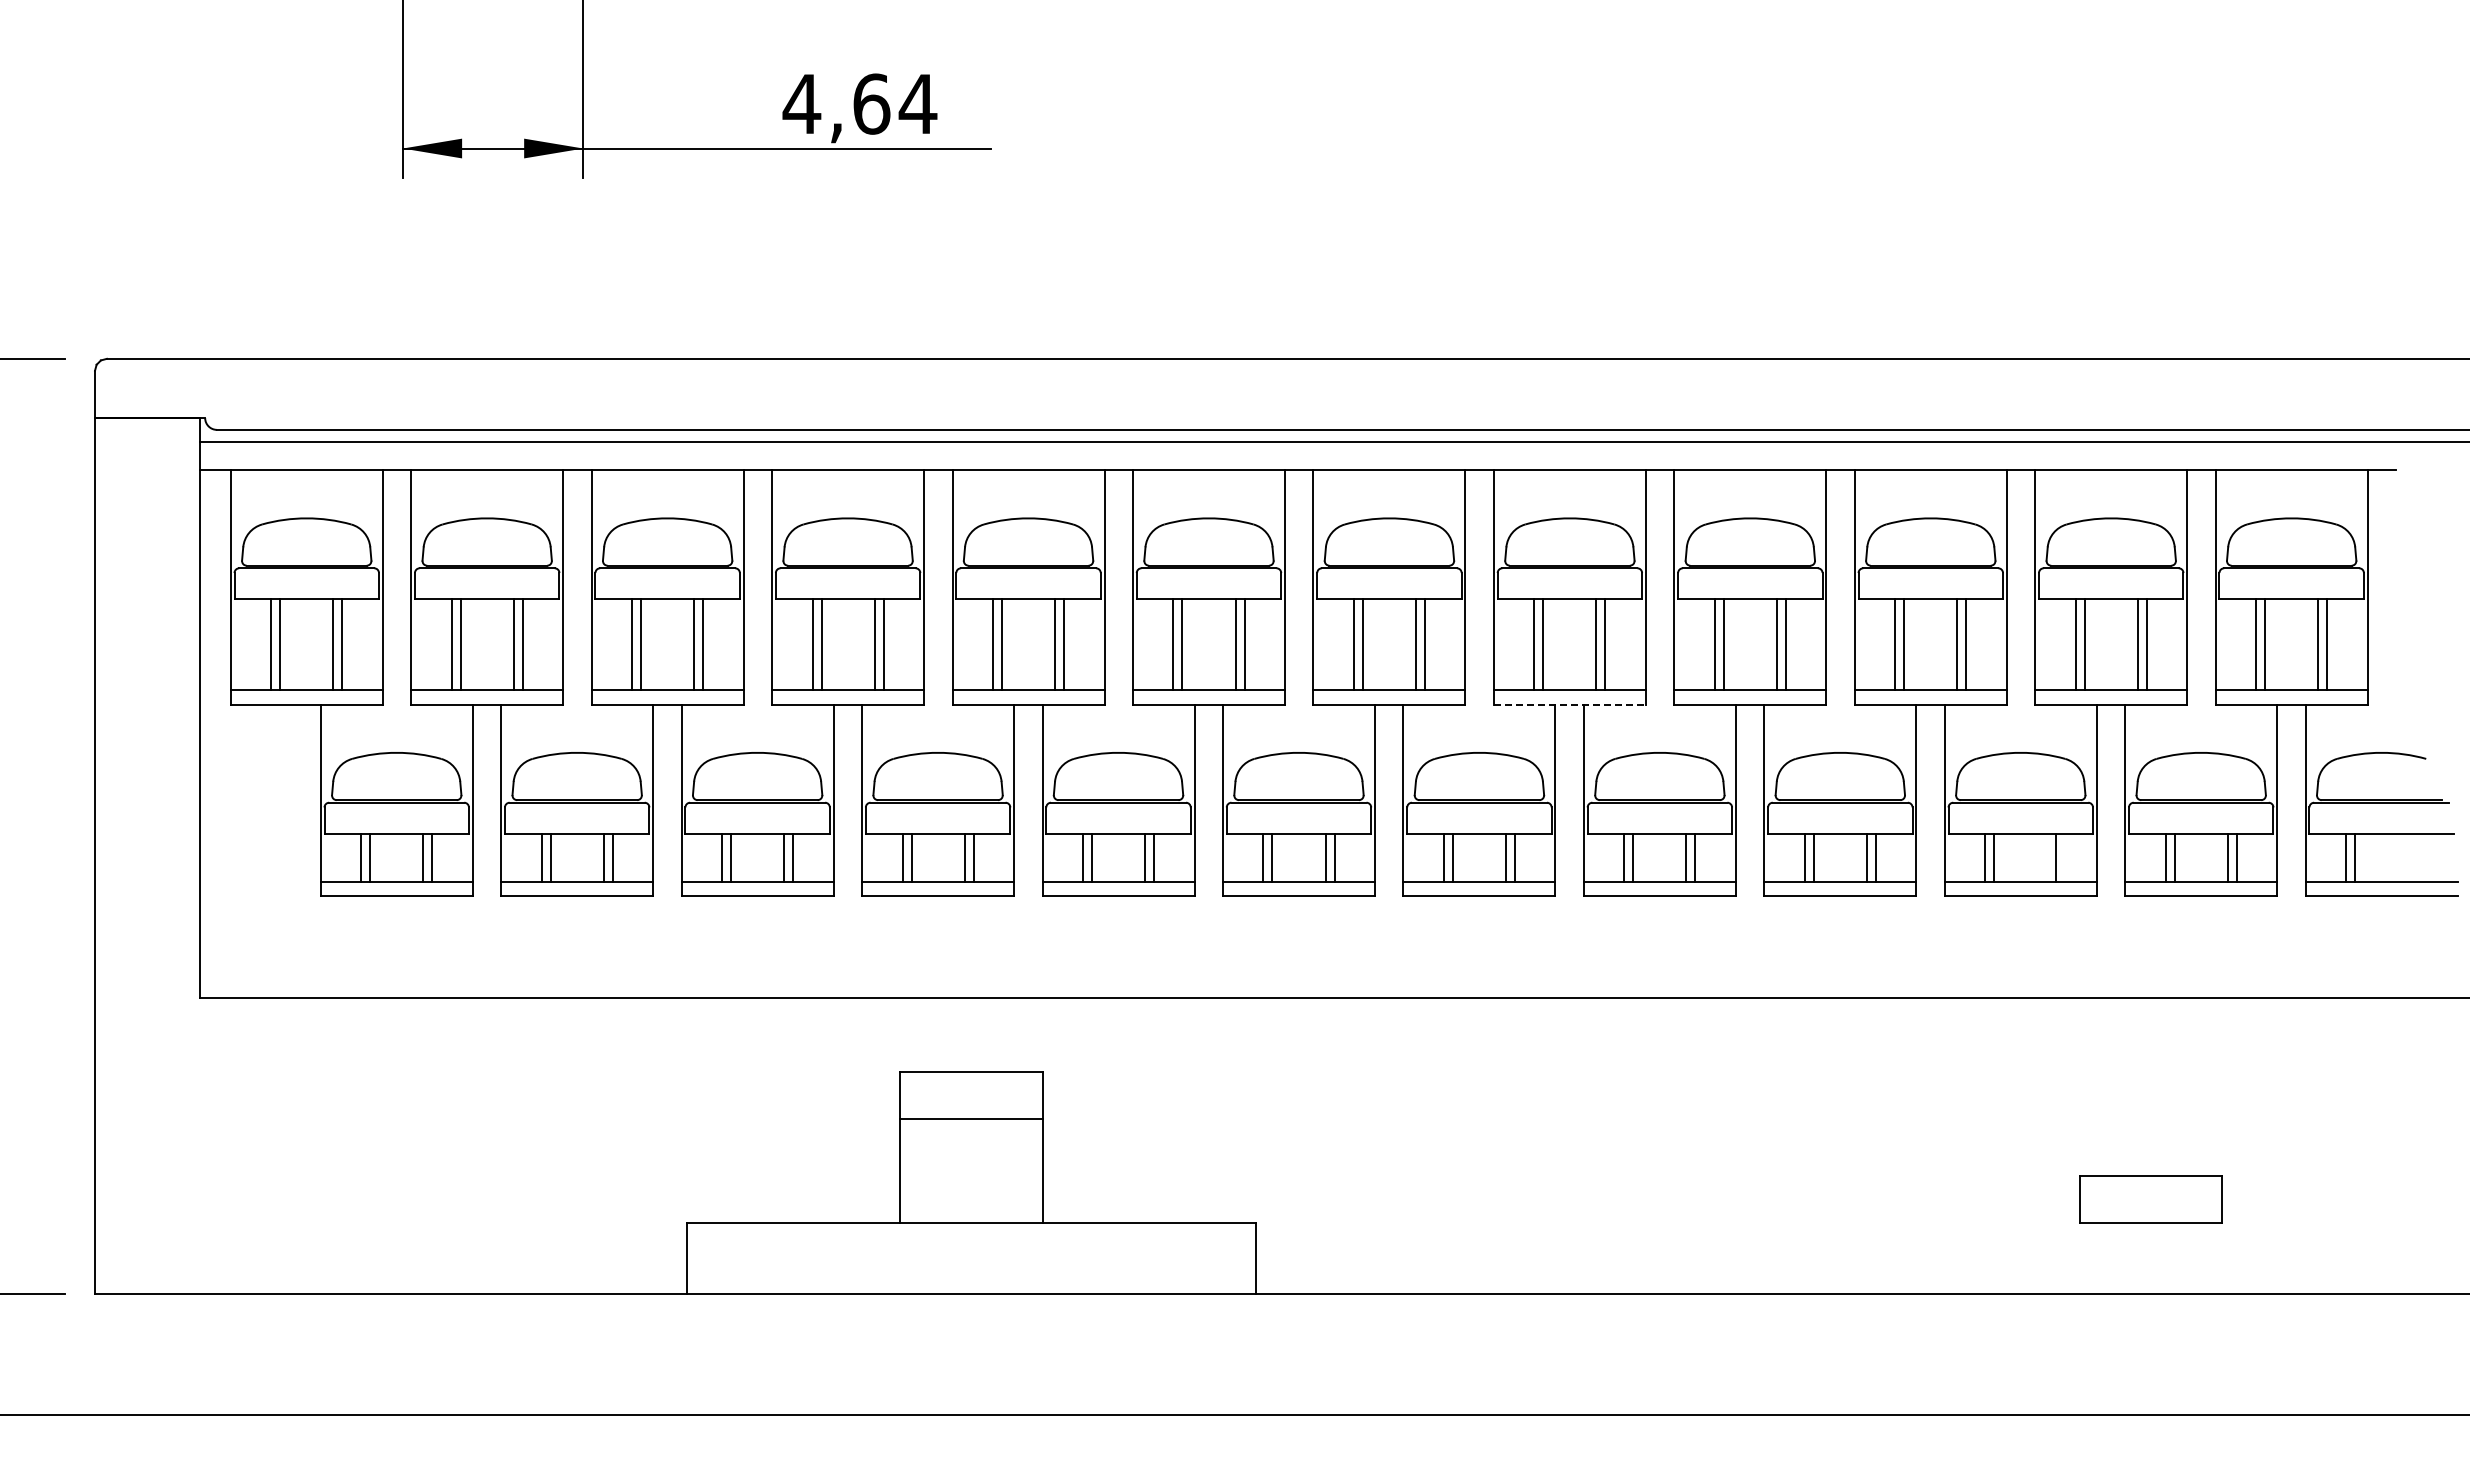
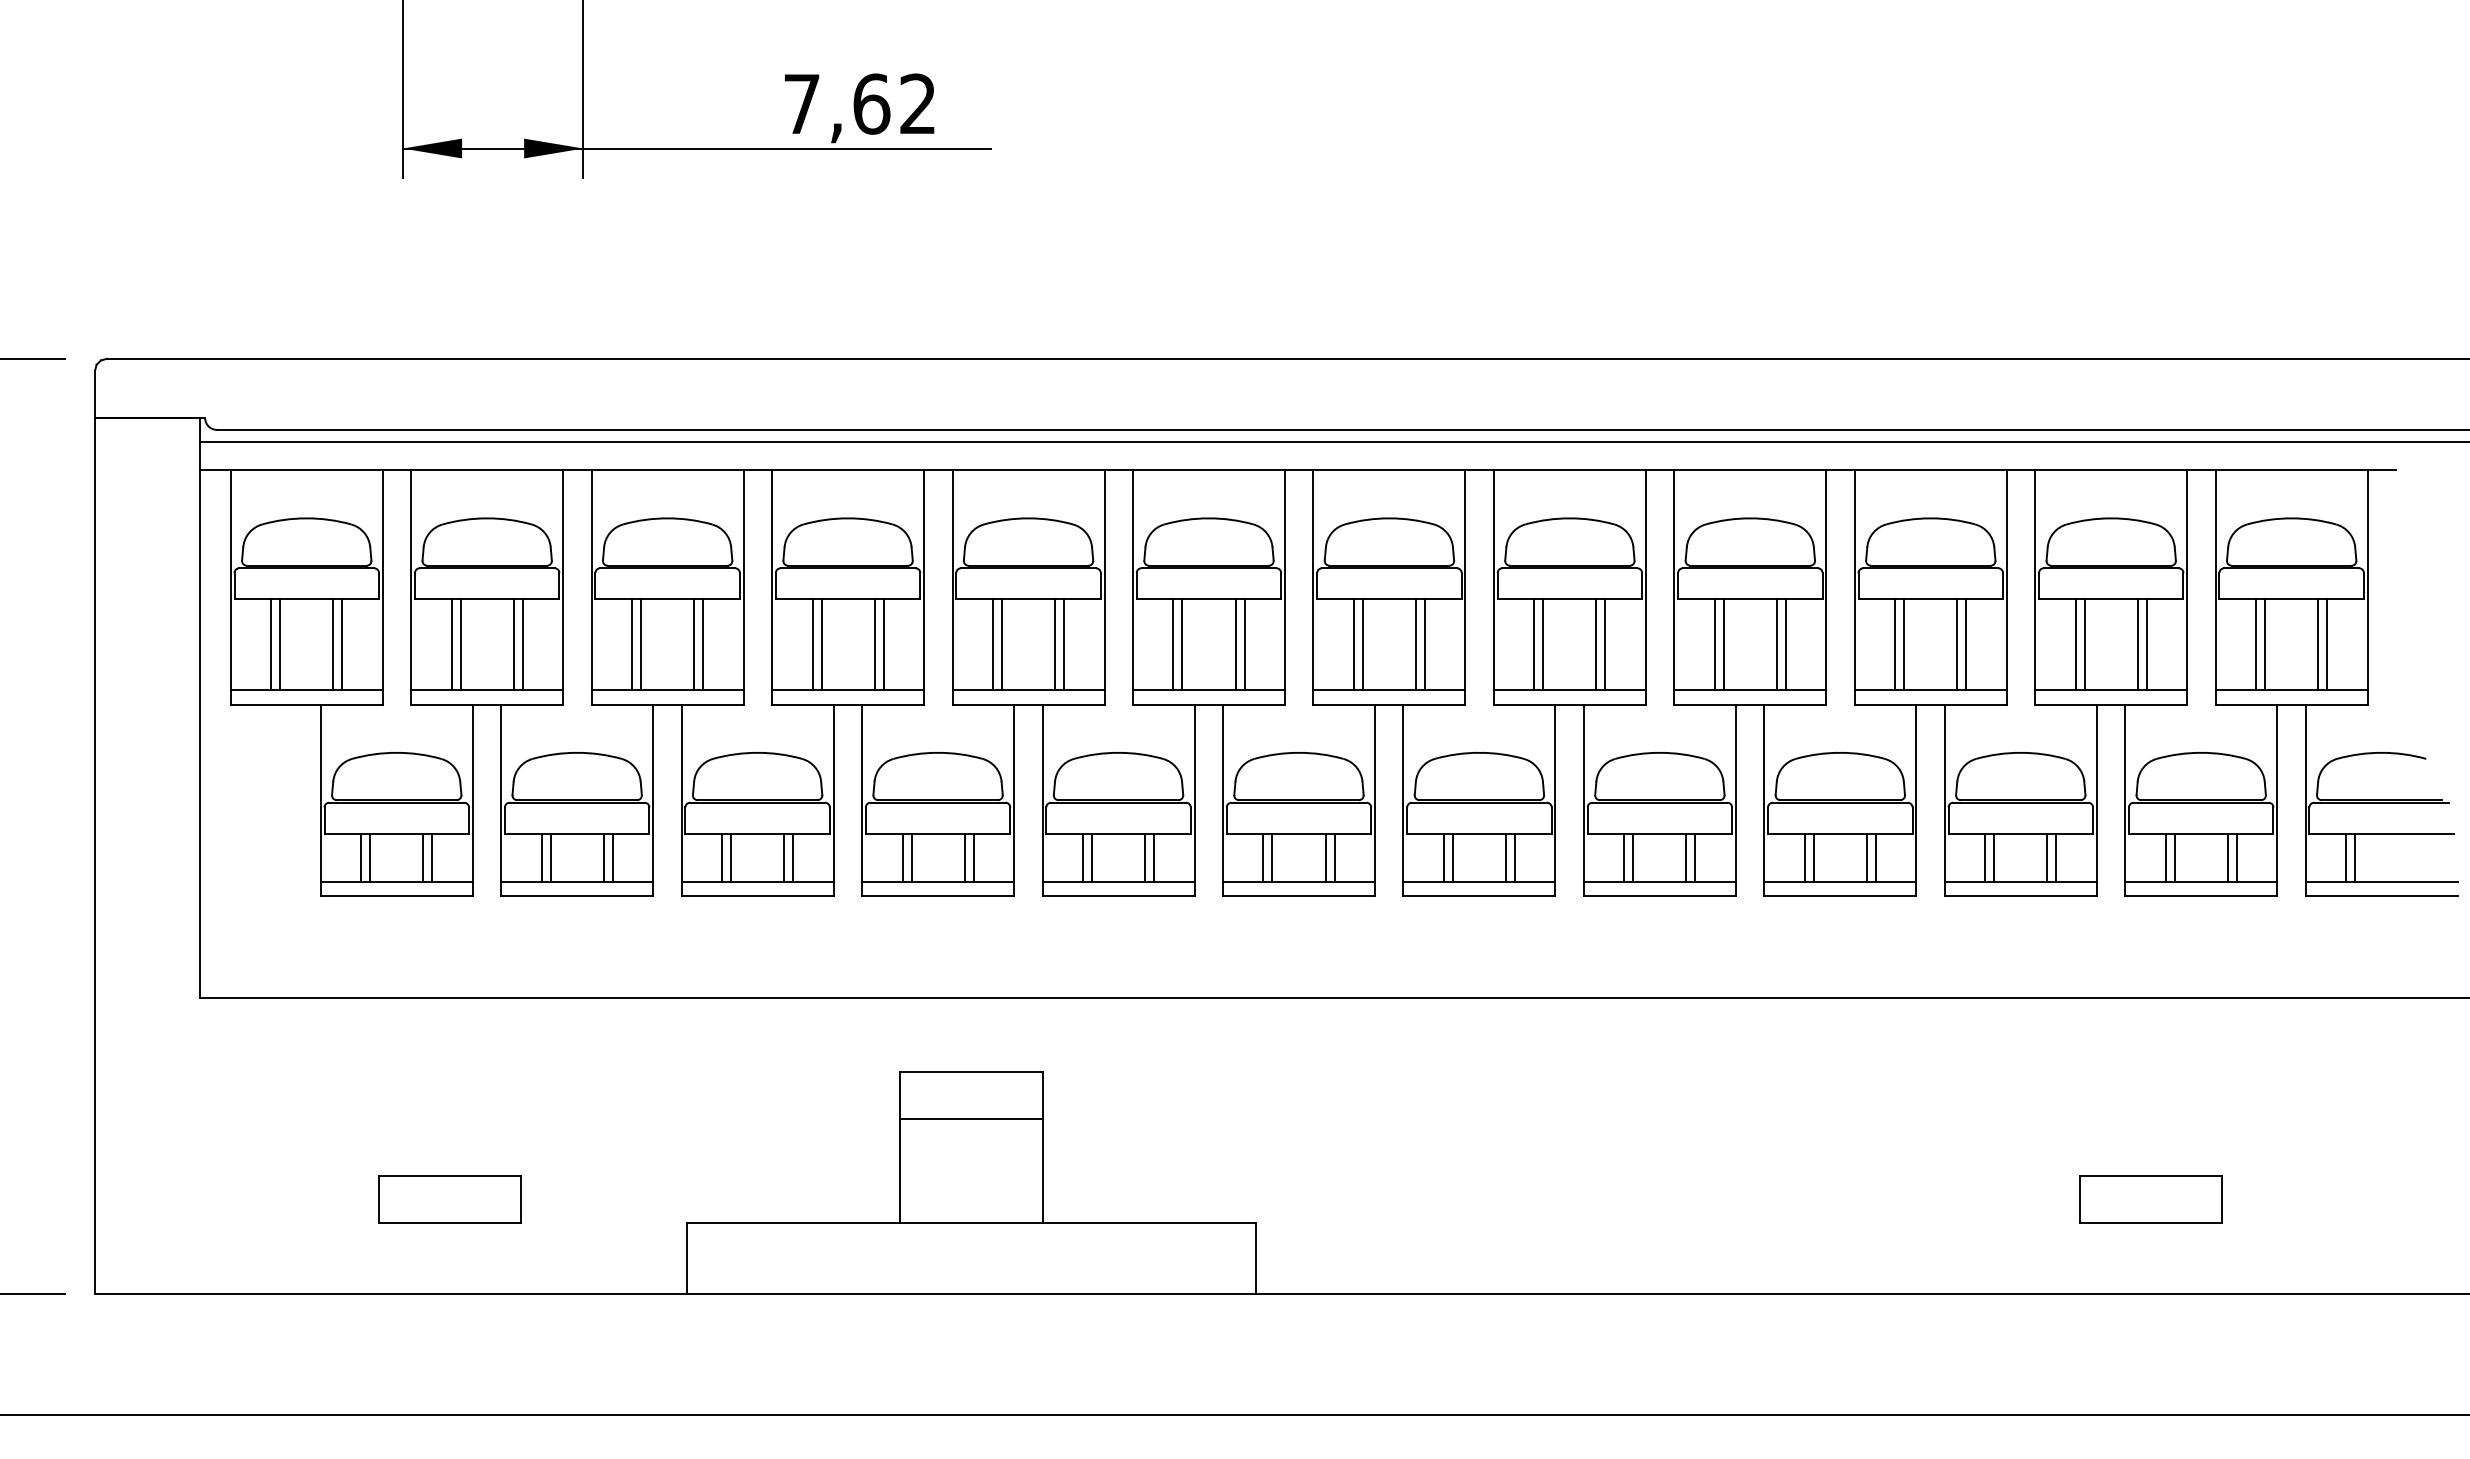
text at (859, 103): 4,64 -> 7,62
line at (1570, 704): dashed -> solid
line at (2047, 857): none -> present
part at (449, 1199): none -> present
